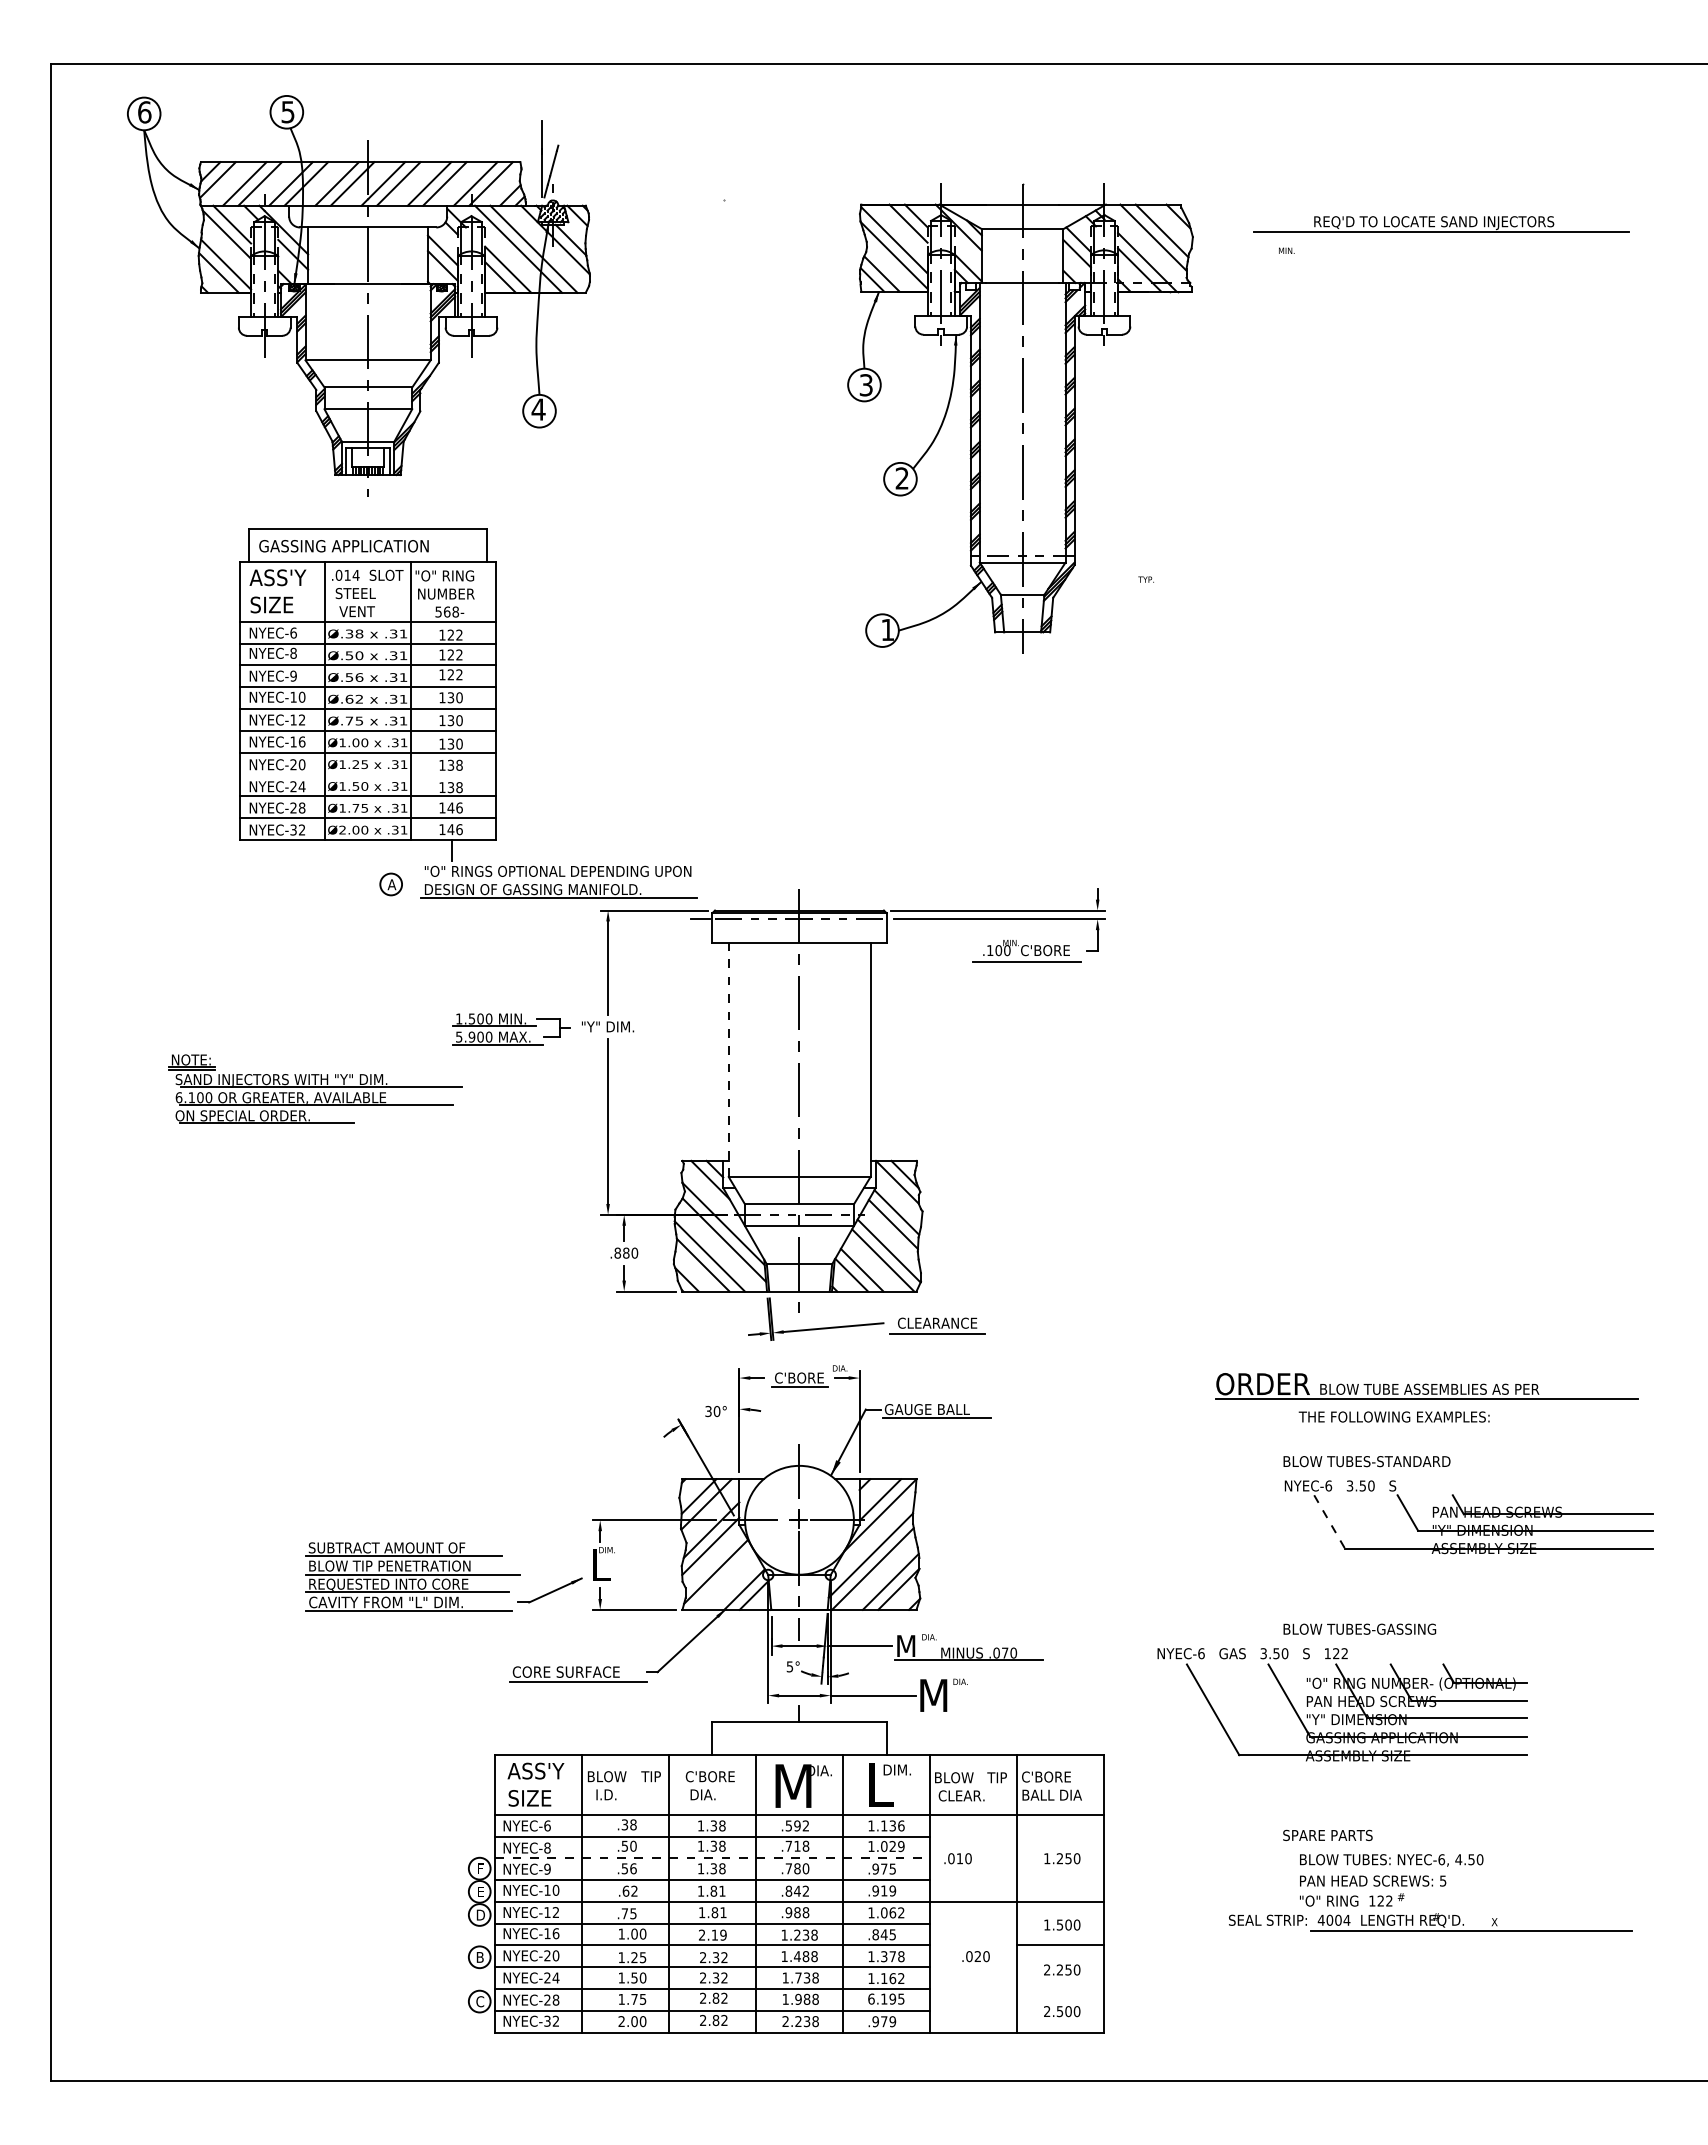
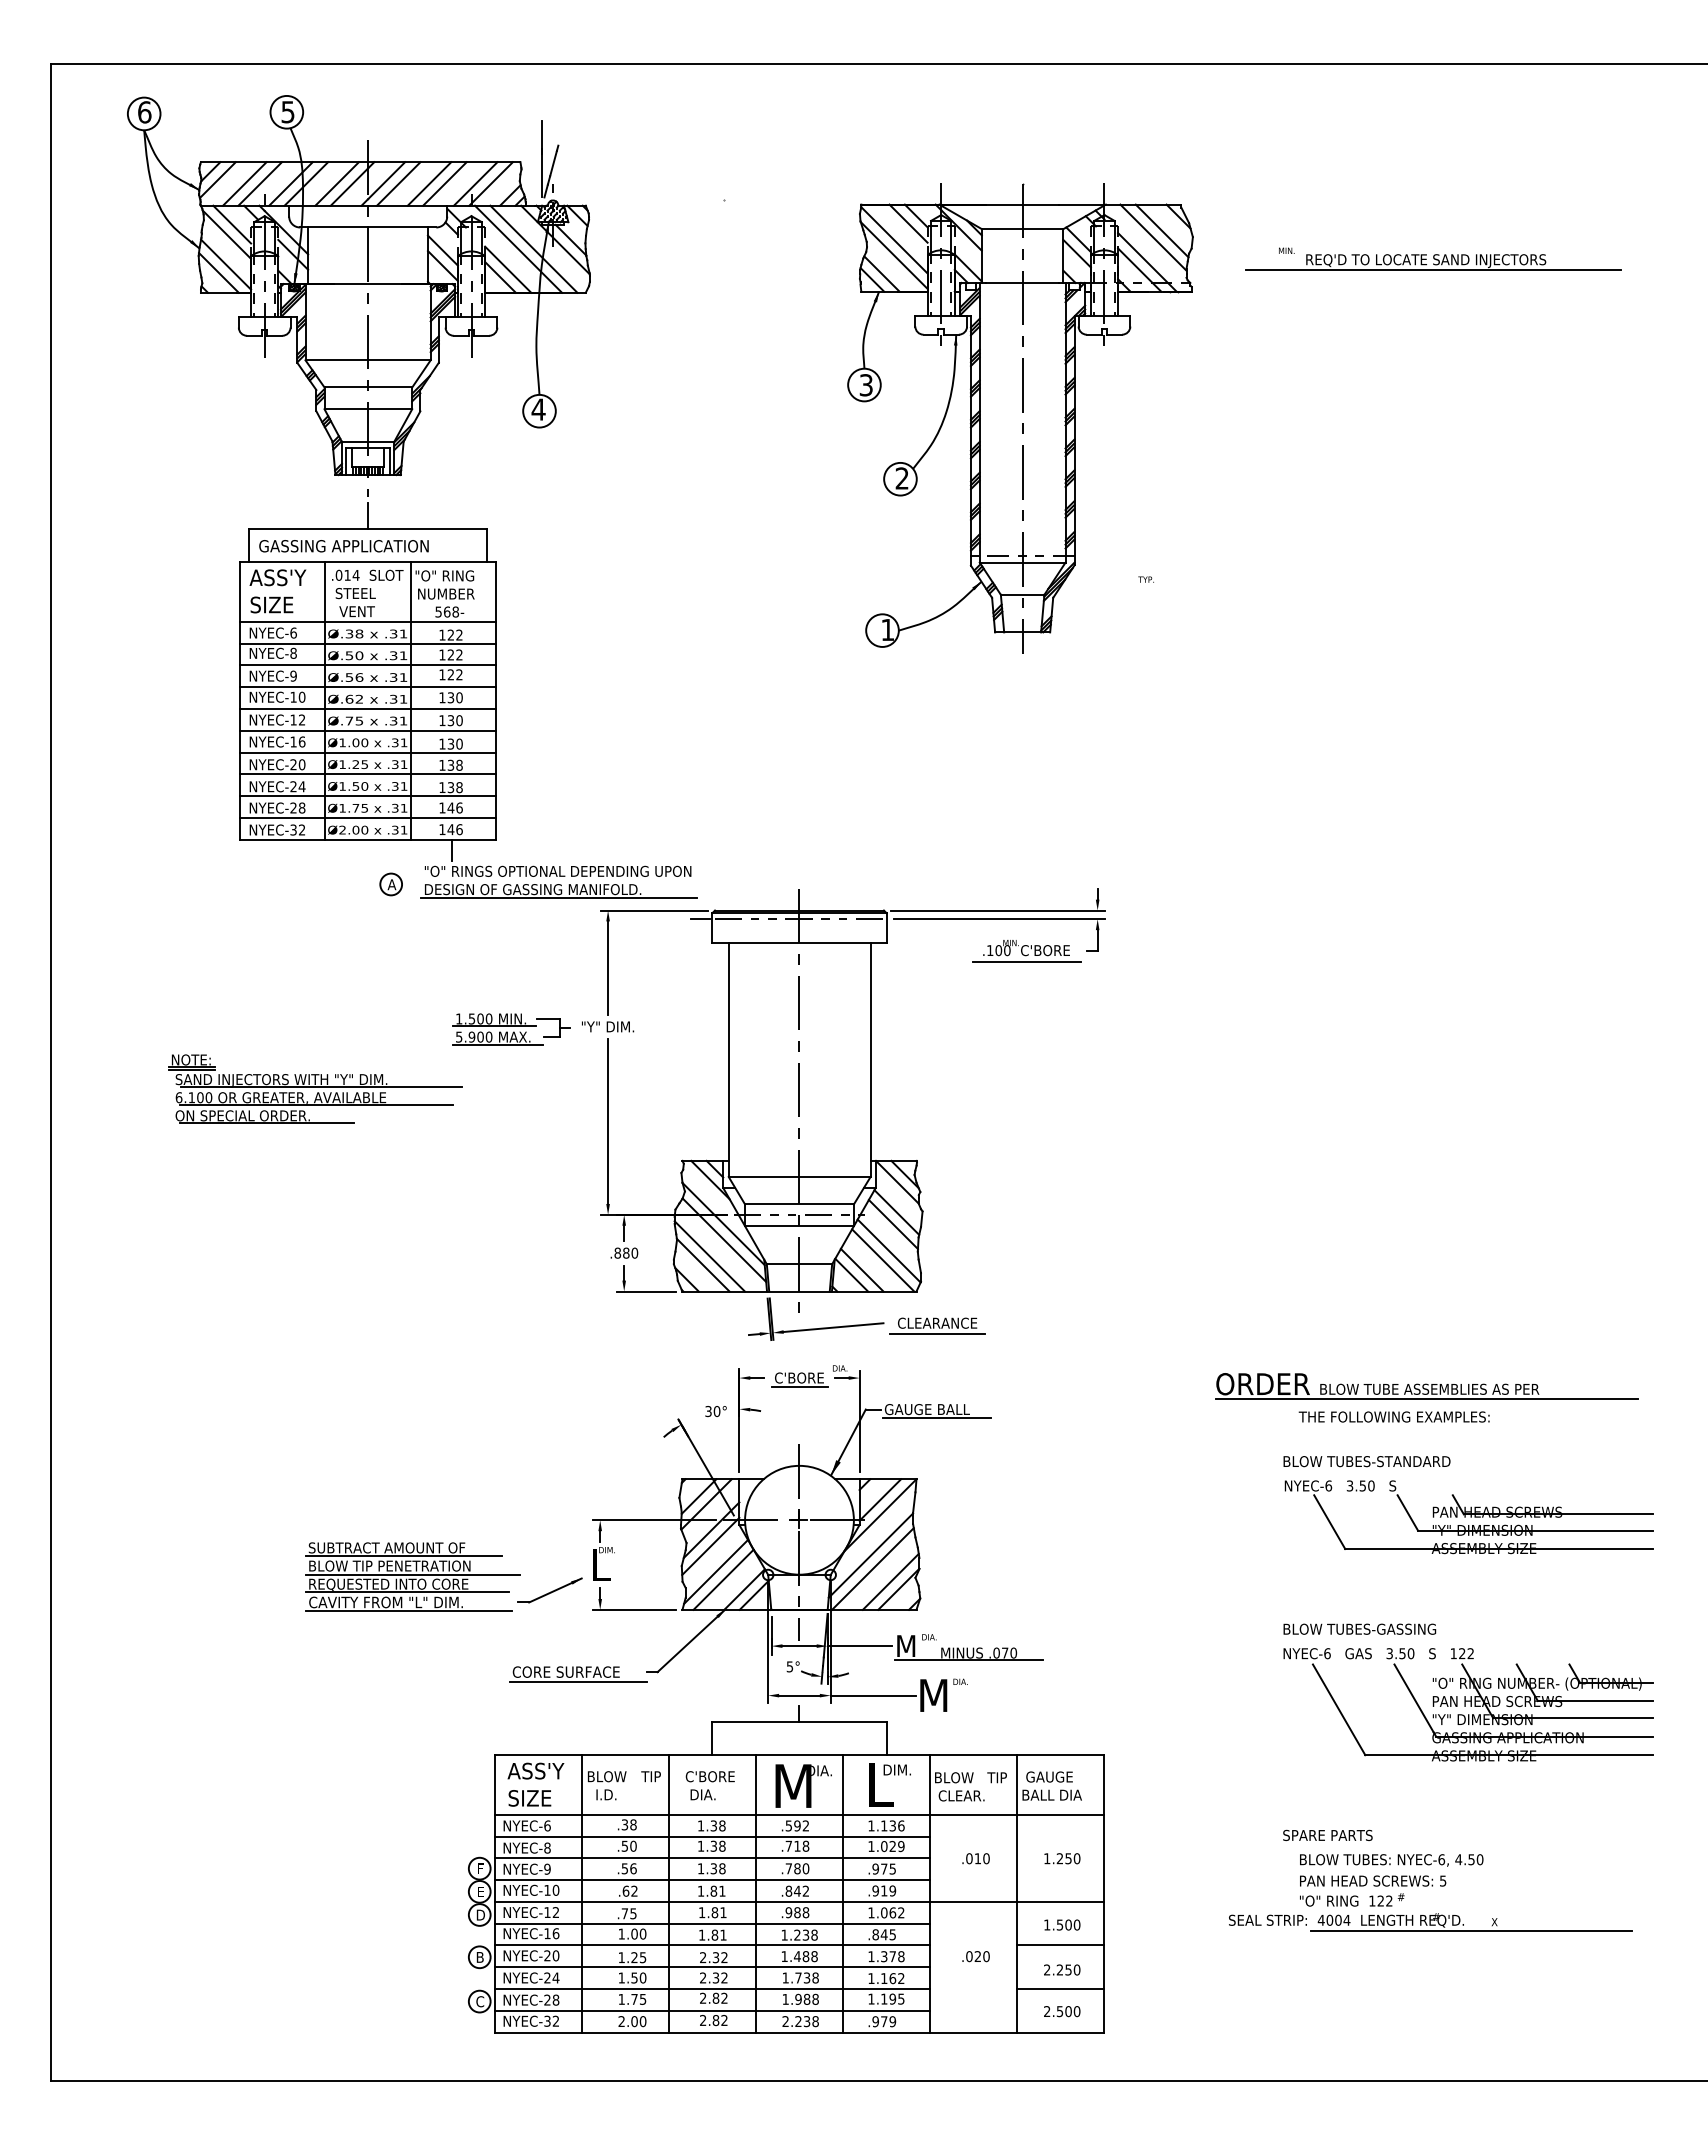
part at (1441, 224) position: (1441, 224) -> (1433, 262)
line at (368, 515): none -> present
line at (368, 774): none -> present
line at (728, 1060): dashed -> solid
line at (1329, 1522): dashed -> solid
line at (723, 1579): none -> present
part at (1342, 1704) position: (1342, 1704) -> (1468, 1704)
text at (1047, 1776): C'BORE -> GAUGE
line at (713, 1858): dashed -> solid
text at (957, 1858) position: (957, 1858) -> (975, 1858)
text at (712, 1934): 2.19 -> 1.81
line at (1060, 1989): none -> present
text at (871, 1998): 6.195 -> 1.195
